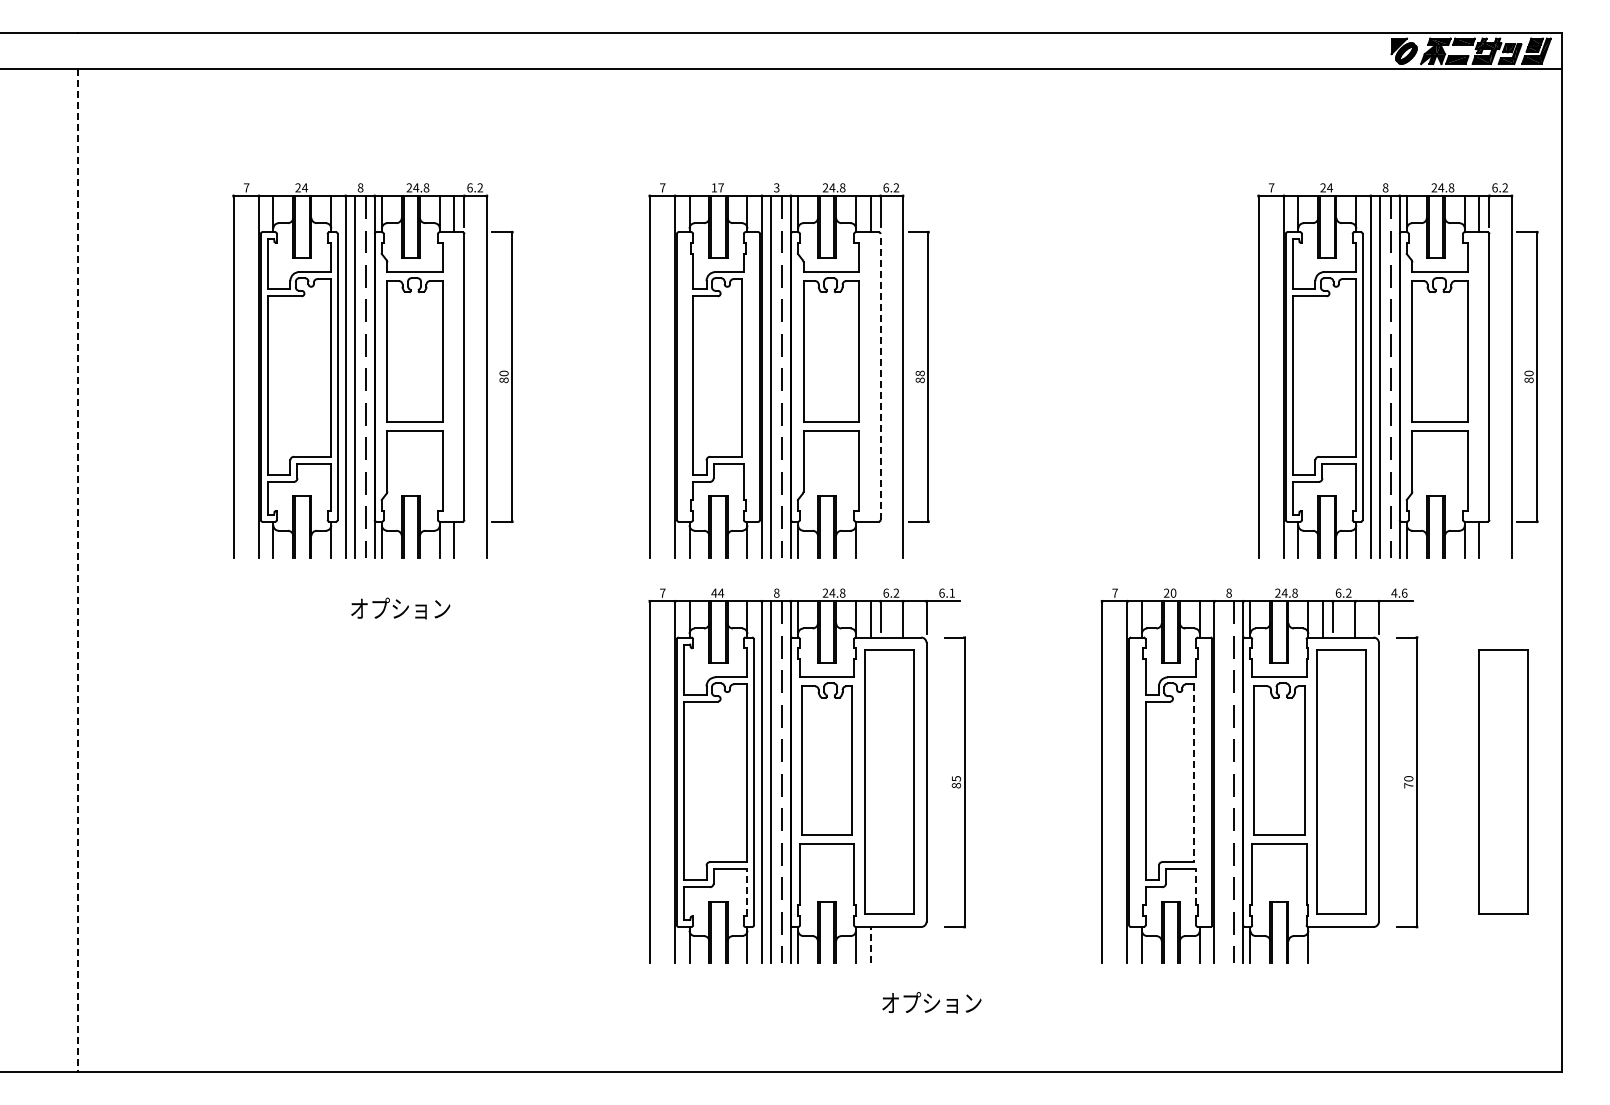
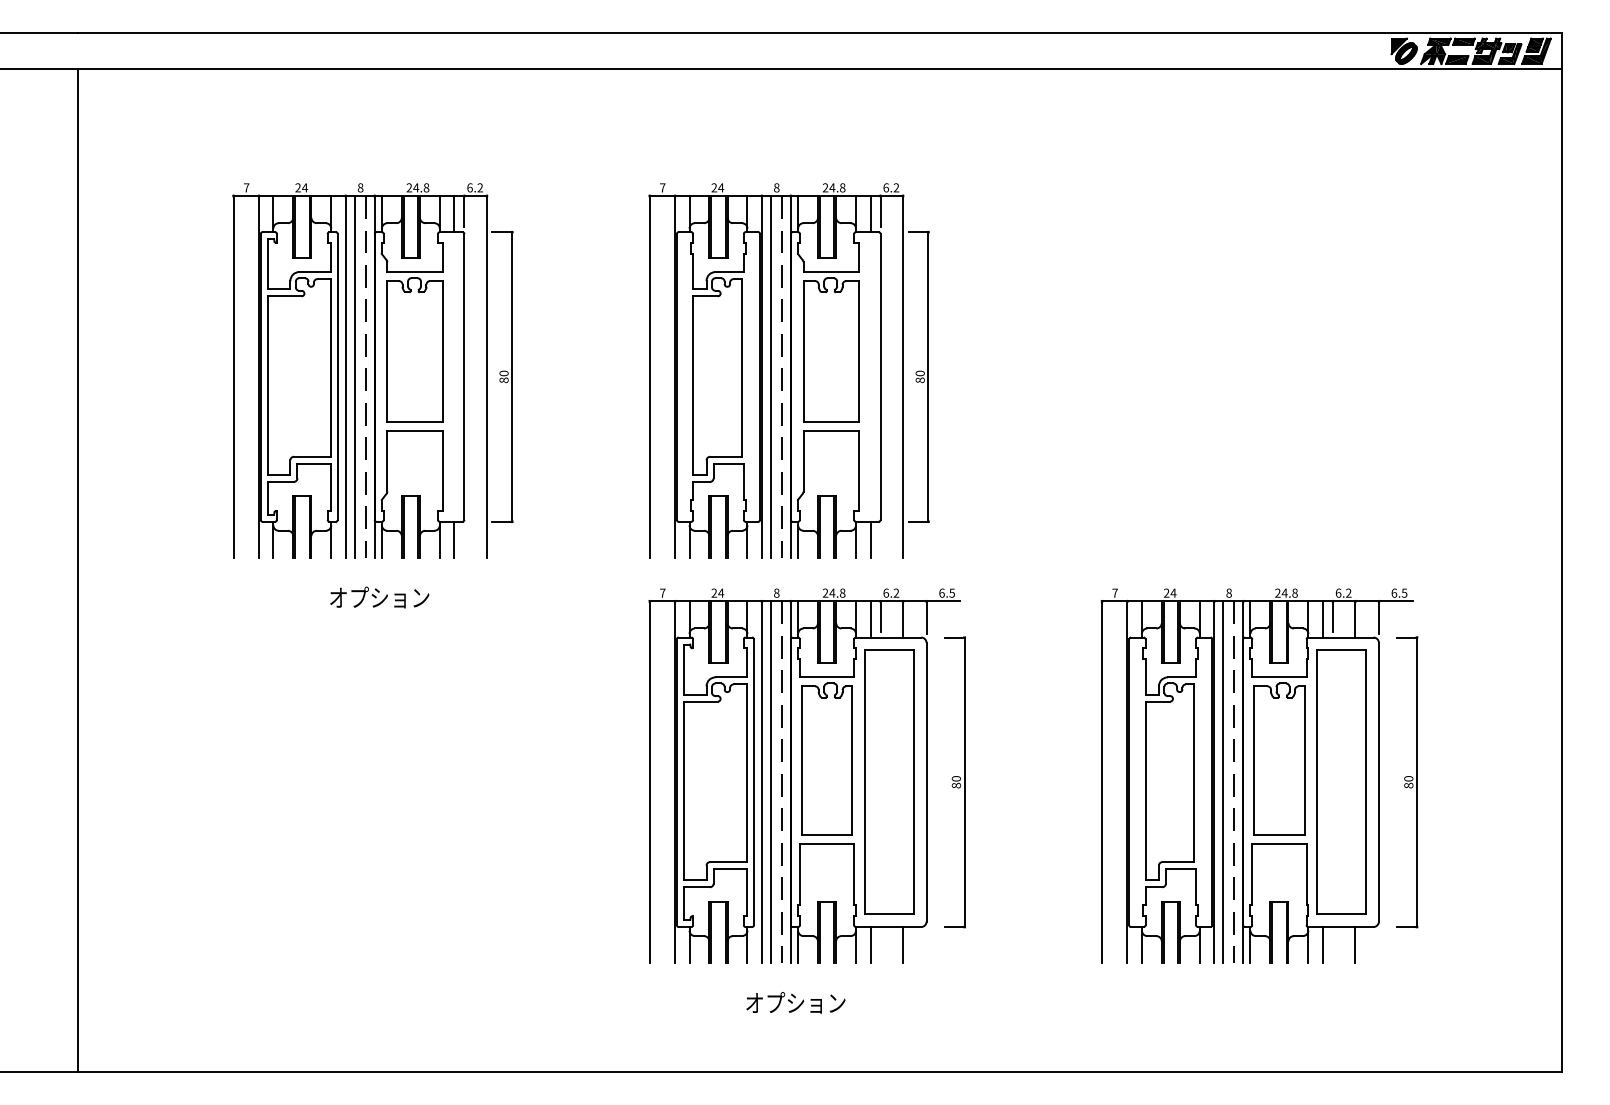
text at (717, 187): 17 -> 24
text at (776, 187): 3 -> 8
part at (1397, 370): present -> none
text at (920, 373): 88 -> 80
line at (880, 376): dashed -> solid
line at (870, 539): none -> present
line at (77, 571): dashed -> solid
text at (714, 592): 44 -> 24
text at (951, 592): 6.1 -> 6.5
text at (1173, 592): 20 -> 24
text at (1399, 592): 4.6 -> 6.5
text at (400, 608) position: (400, 608) -> (379, 597)
line at (1194, 773): dashed -> solid
text at (955, 778): 85 -> 80
part at (1503, 781): present -> none
line at (1223, 782): none -> present
text at (1408, 785): 70 -> 80
line at (1196, 886): dashed -> solid
line at (746, 892): dashed -> solid
line at (870, 944): dashed -> solid
line at (903, 945): none -> present
line at (1322, 945): none -> present
line at (1355, 945): none -> present
text at (931, 1002) position: (931, 1002) -> (795, 1002)
